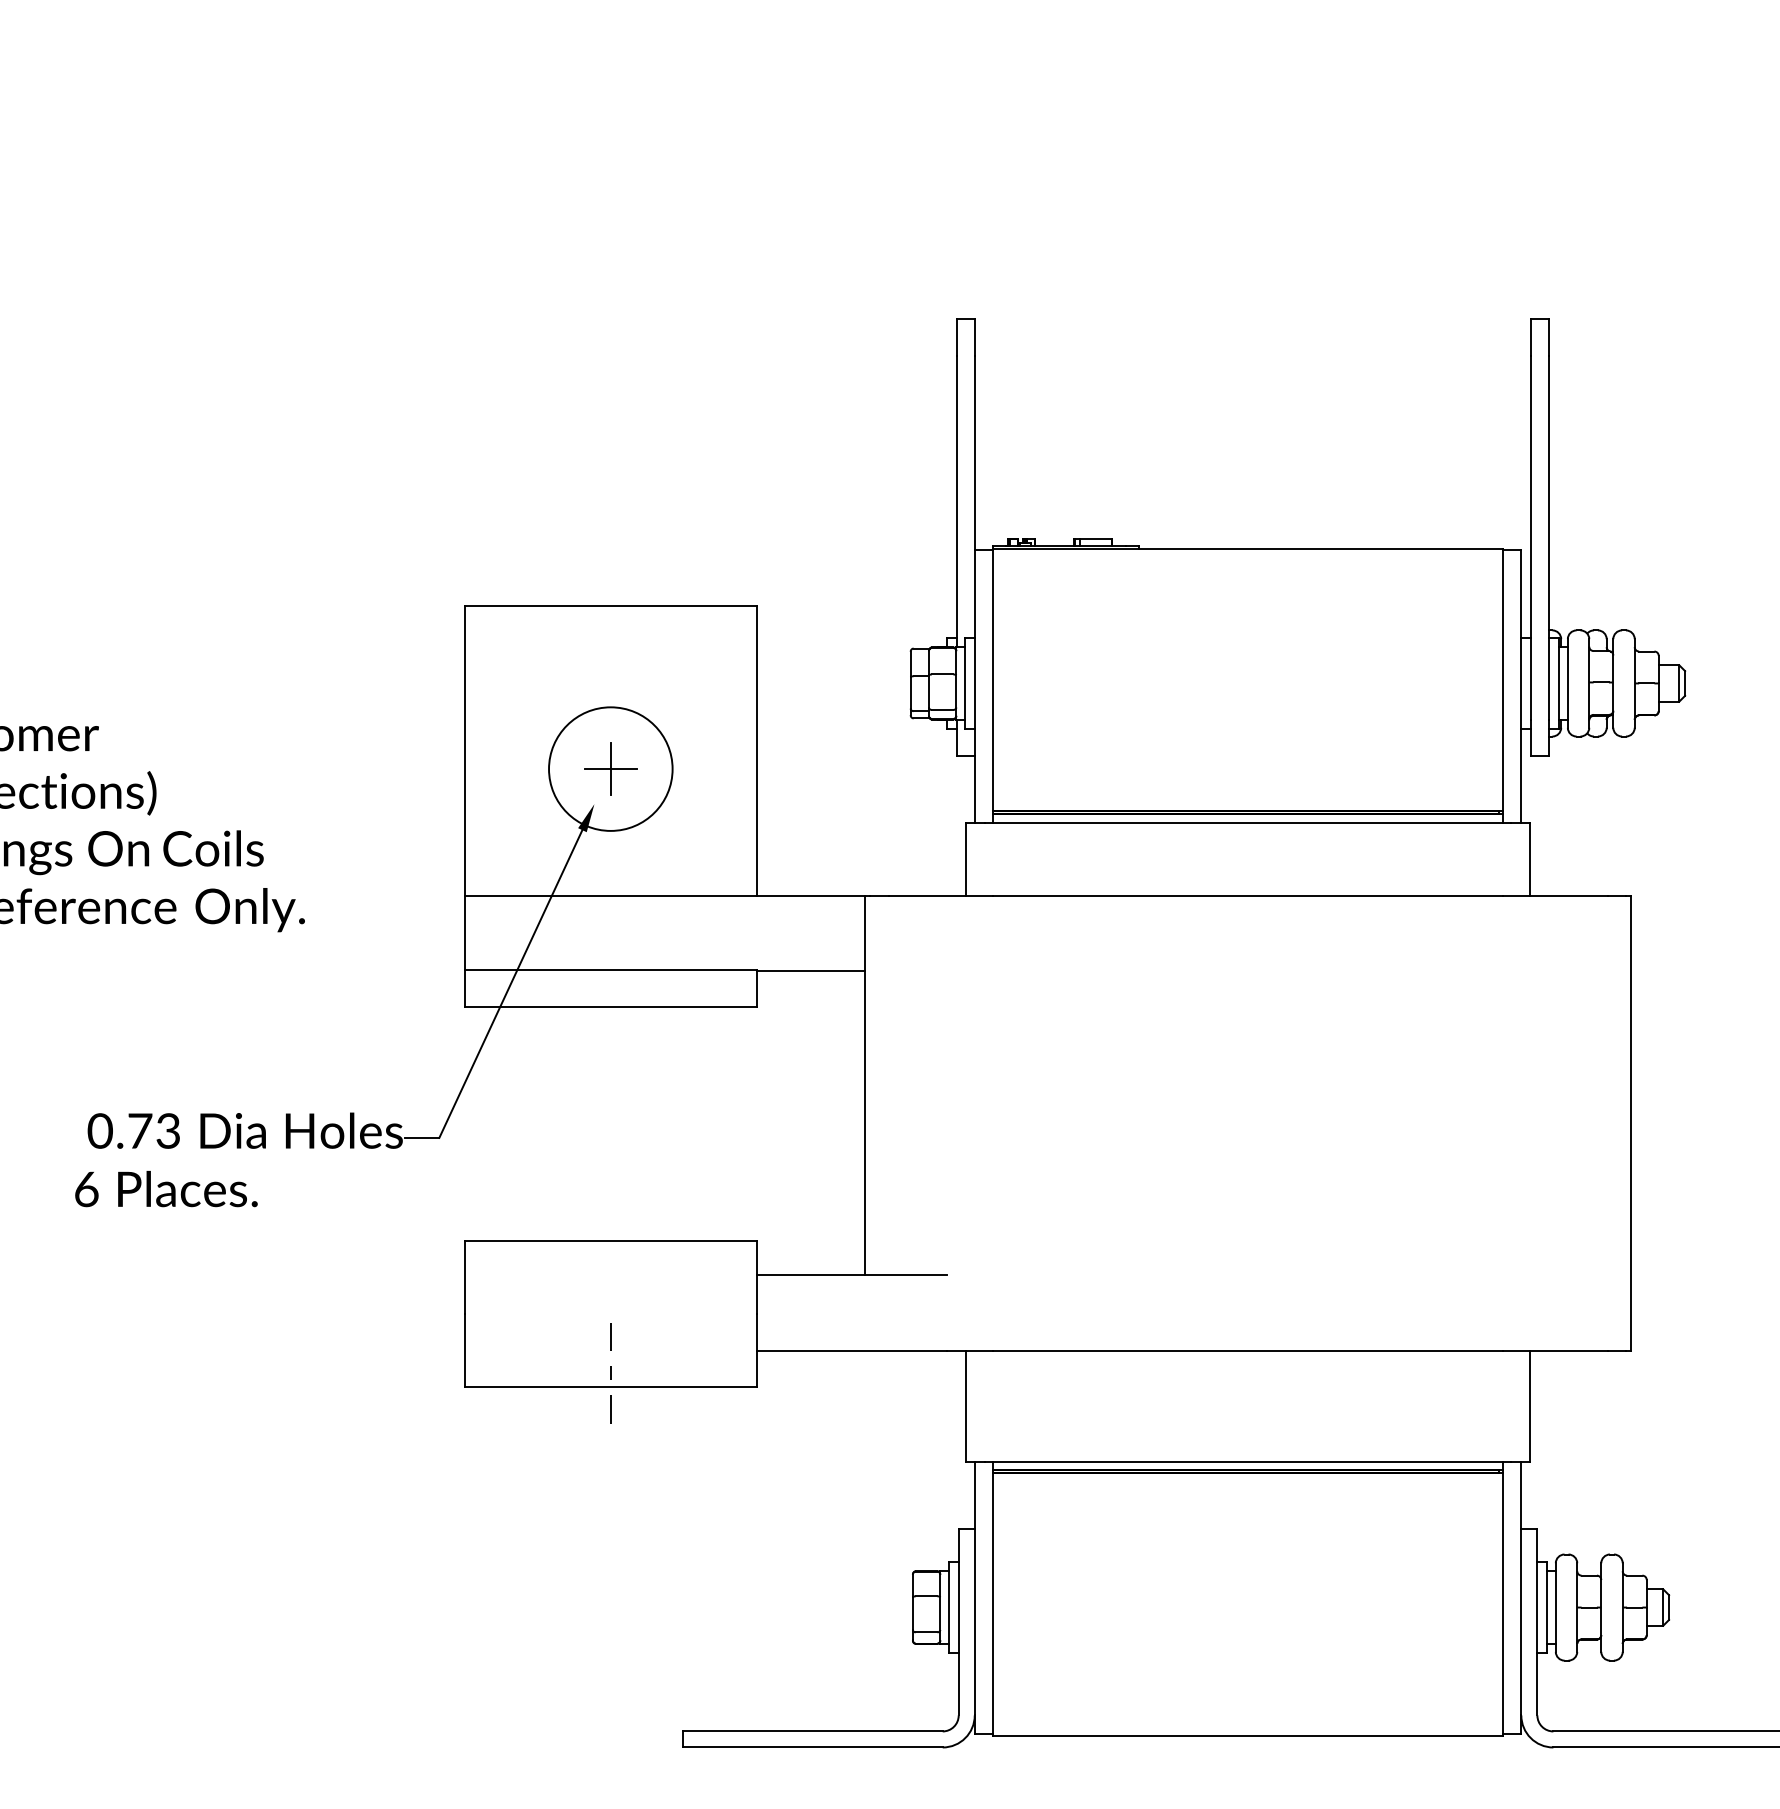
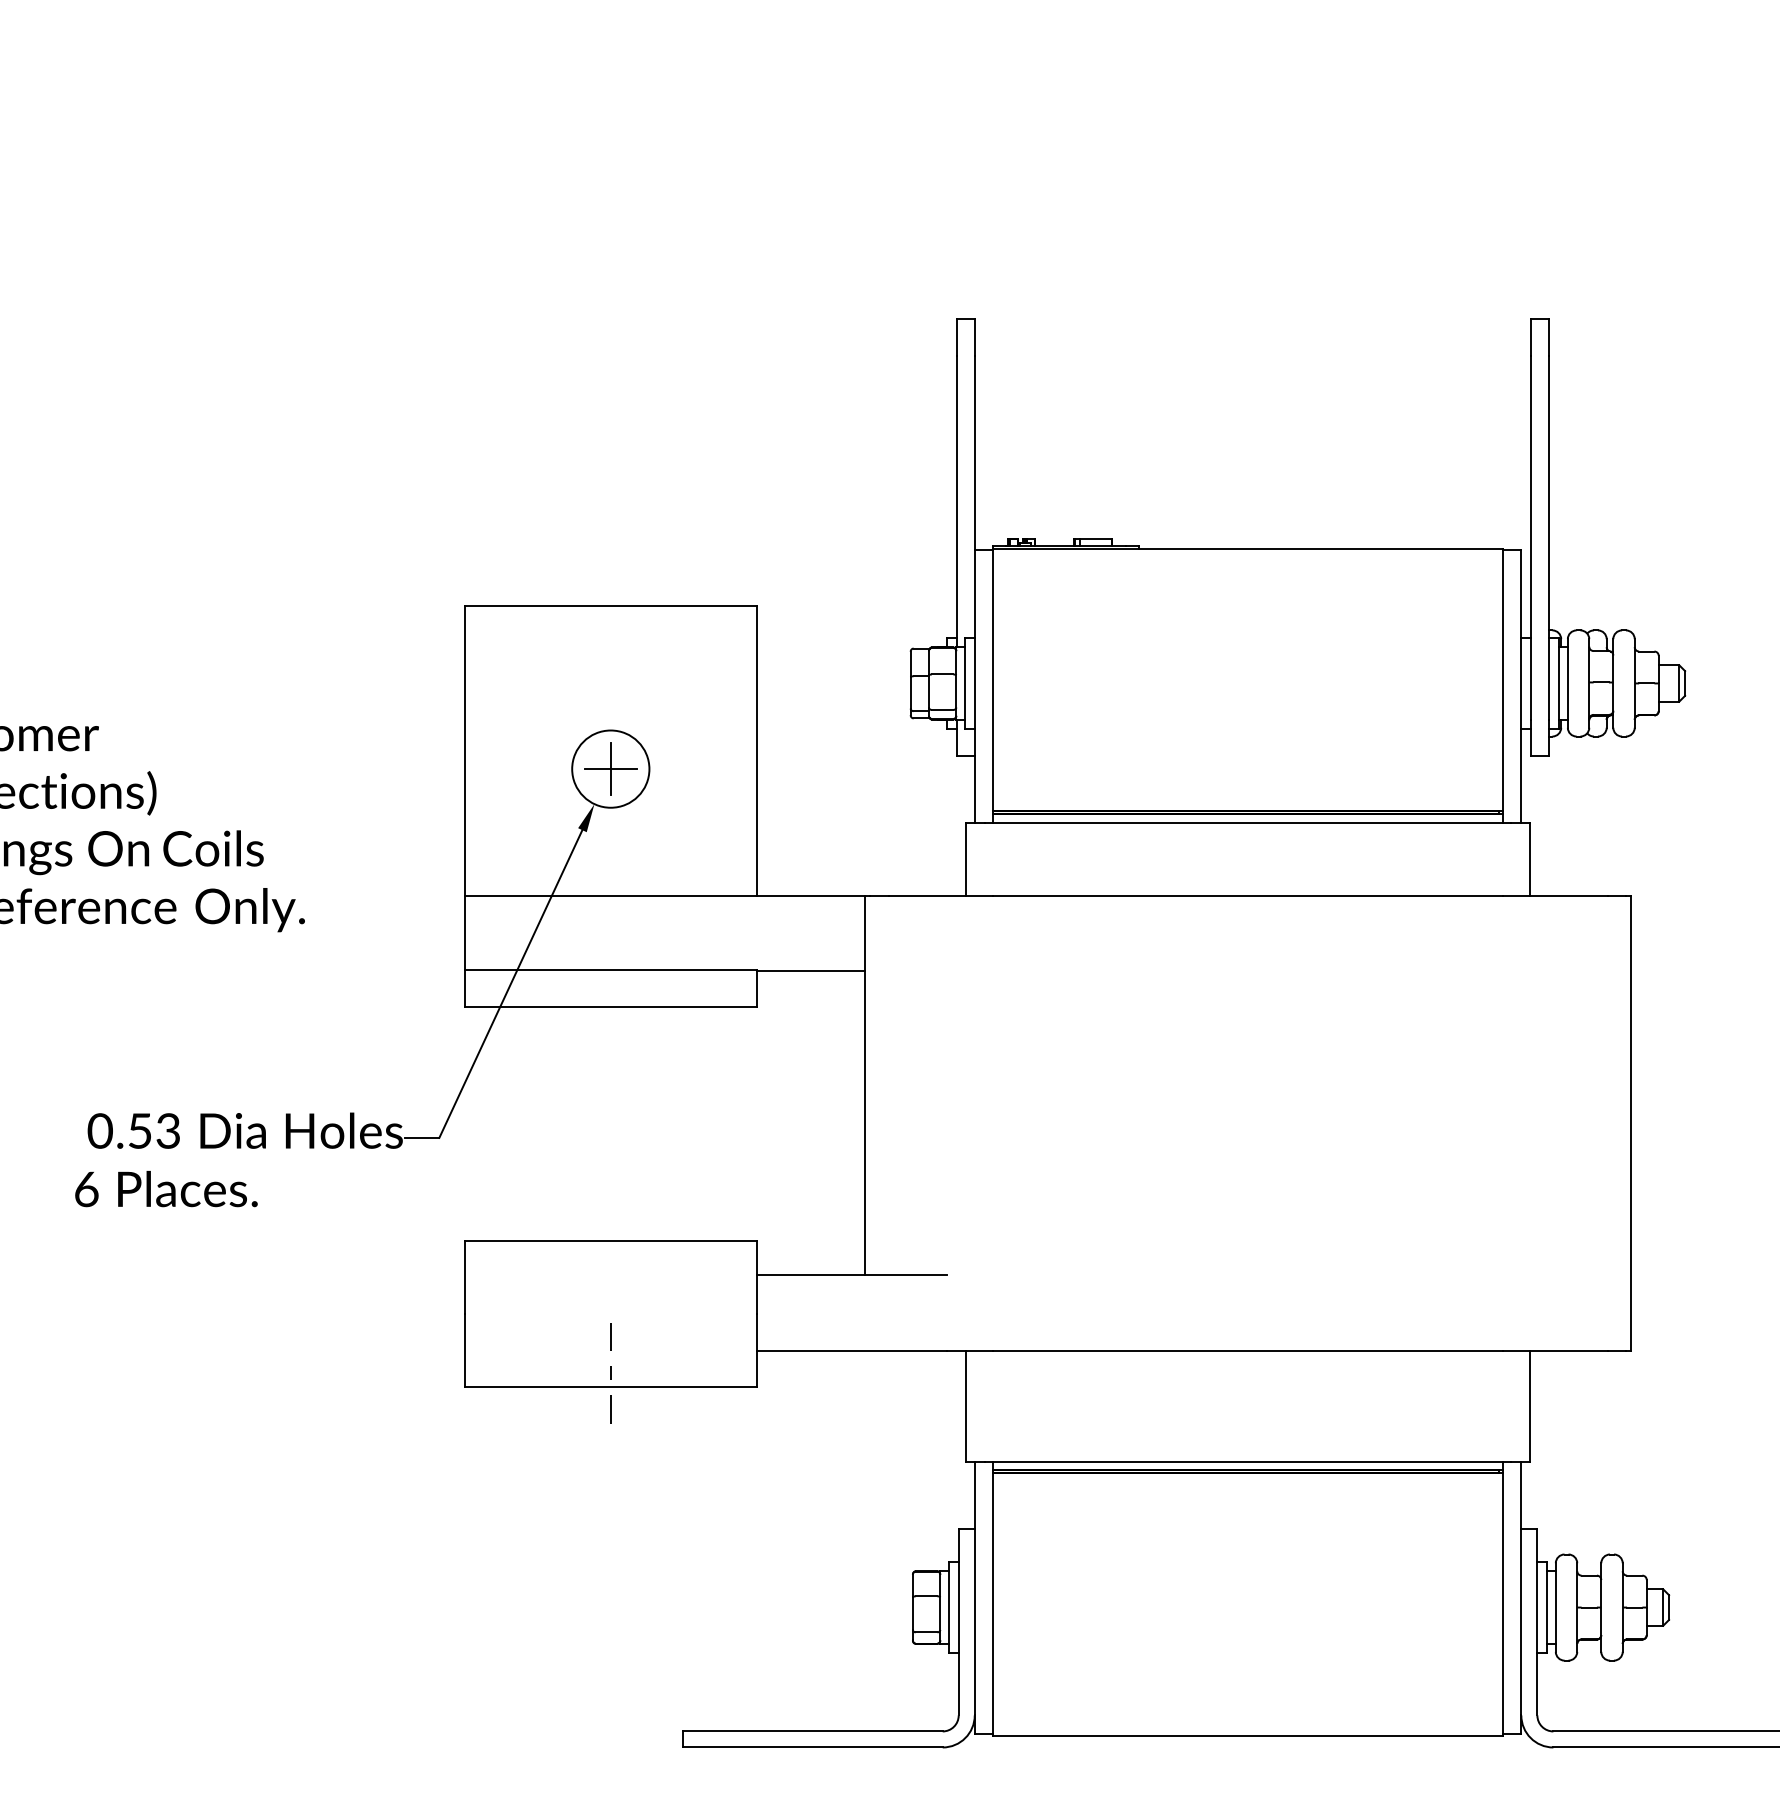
circle at (610, 768) diameter: 124 px -> 77 px
text at (140, 1130): 0.73 -> 0.53
